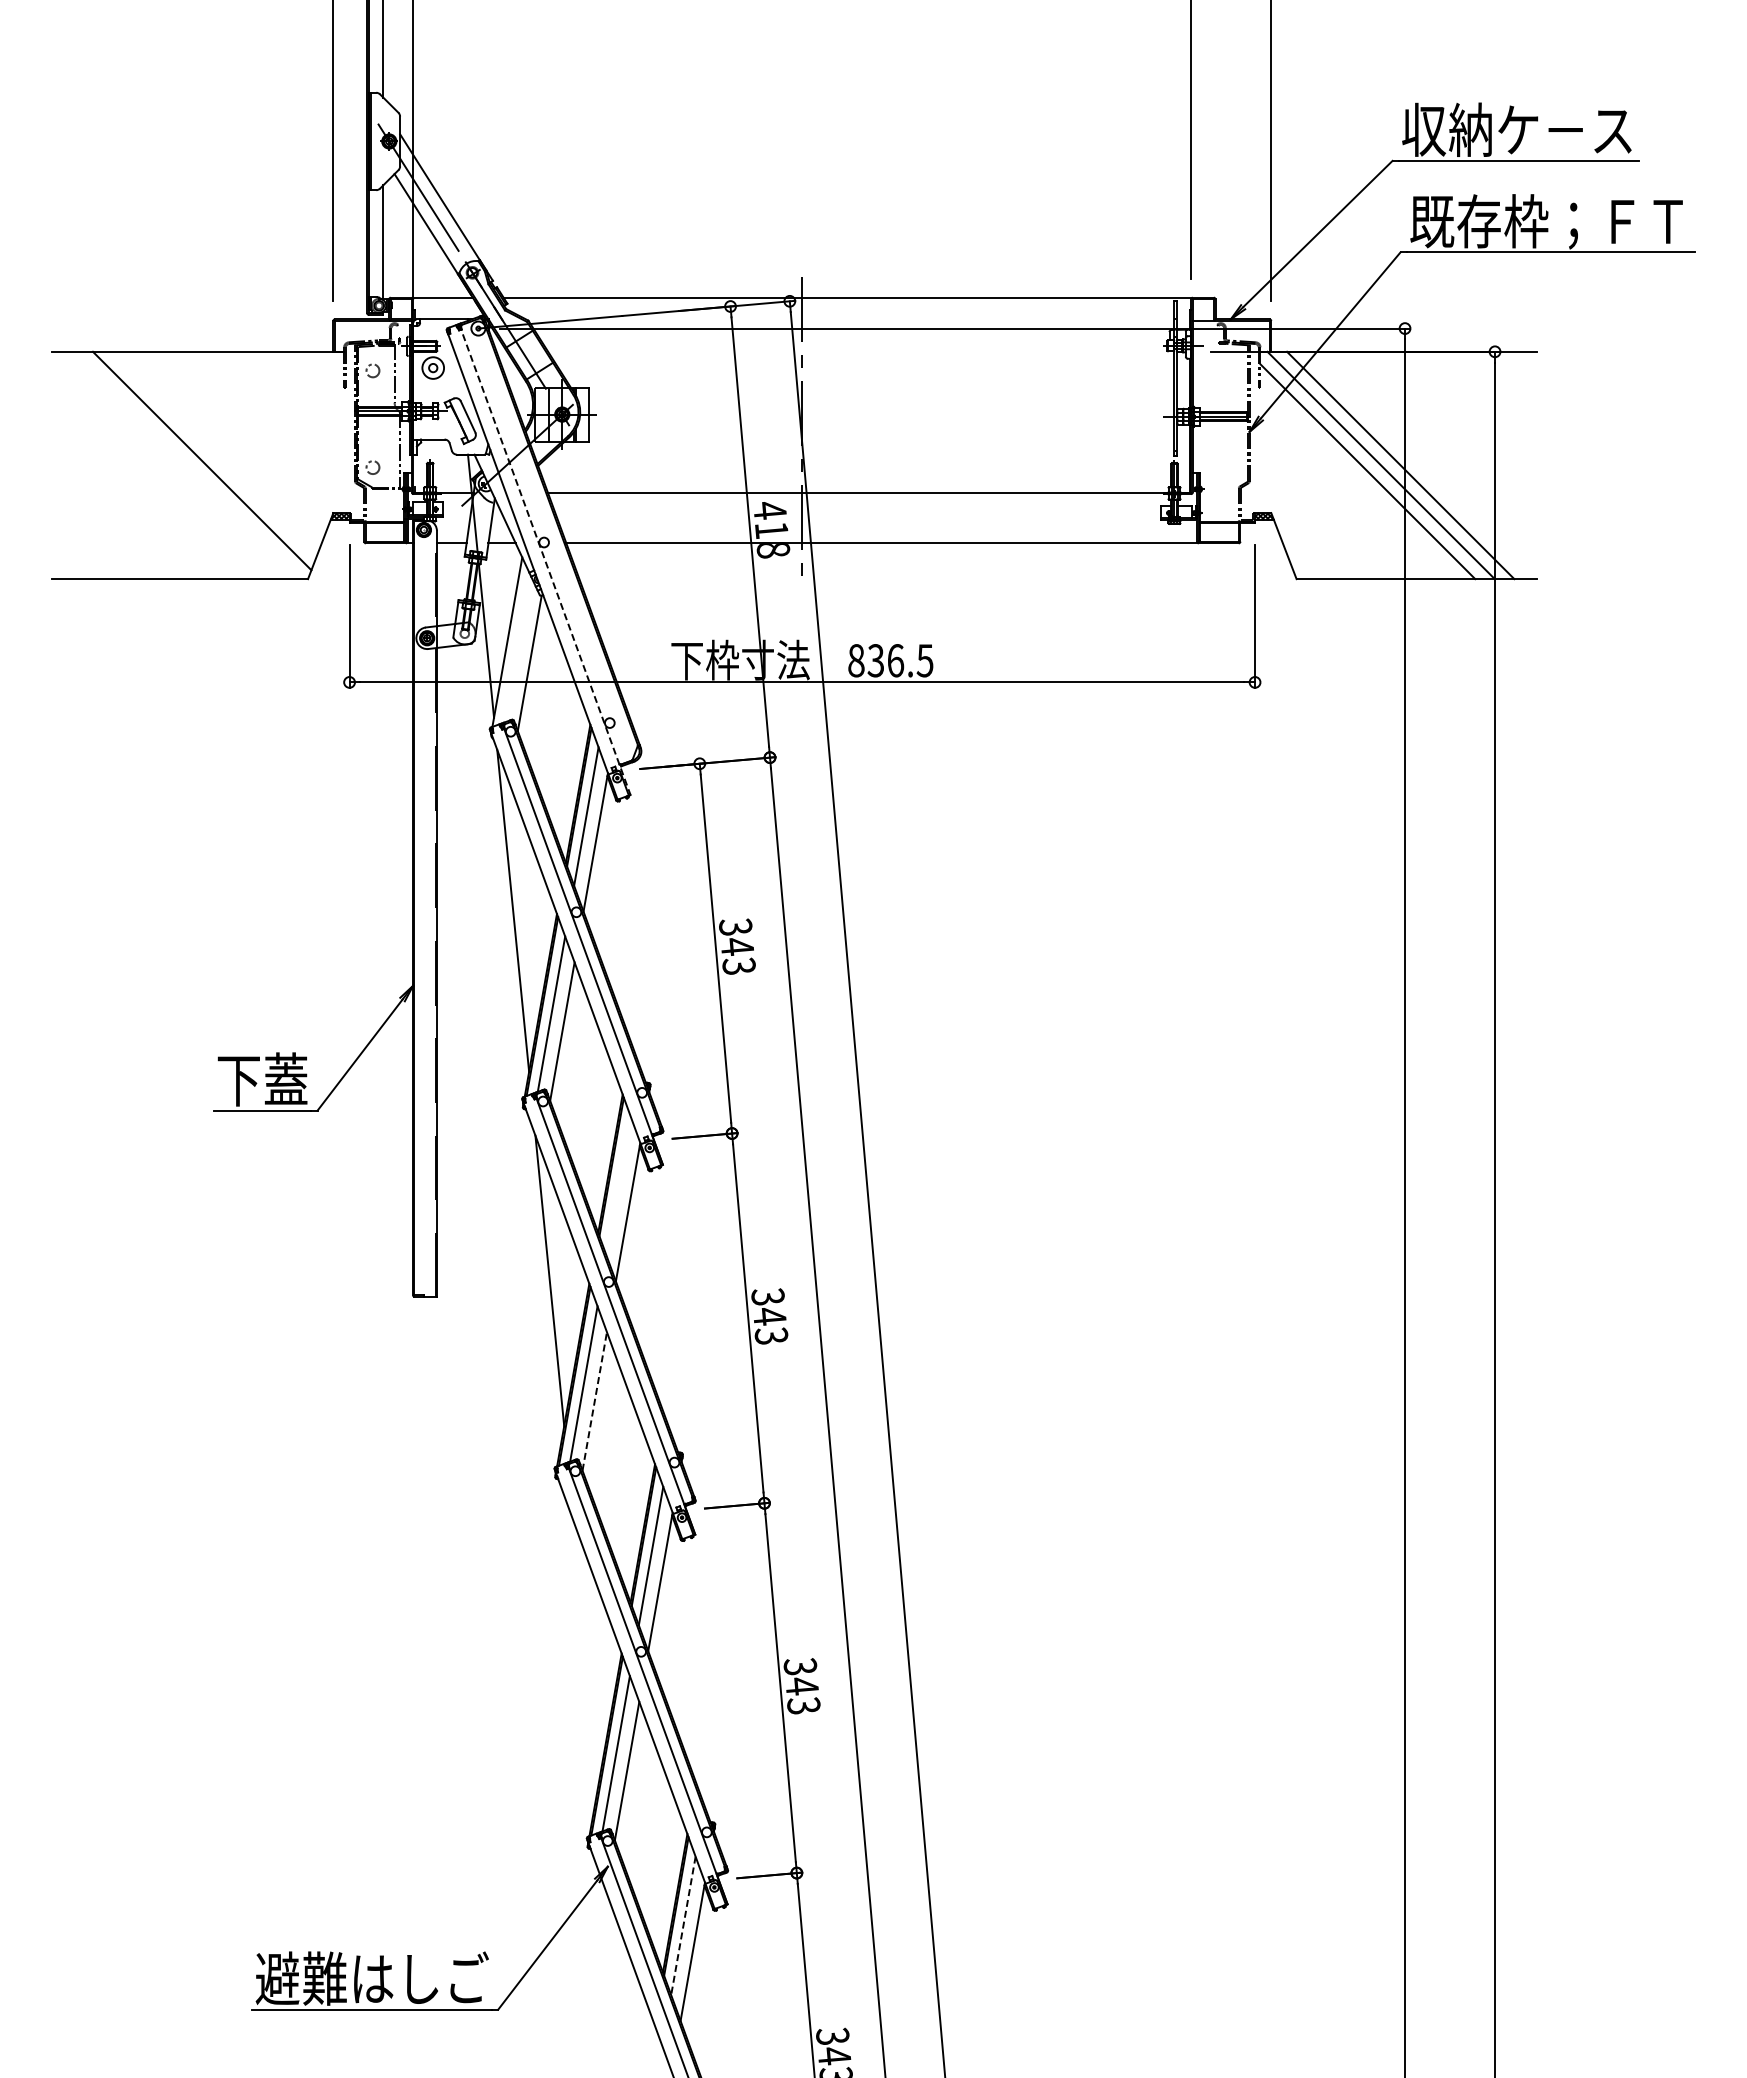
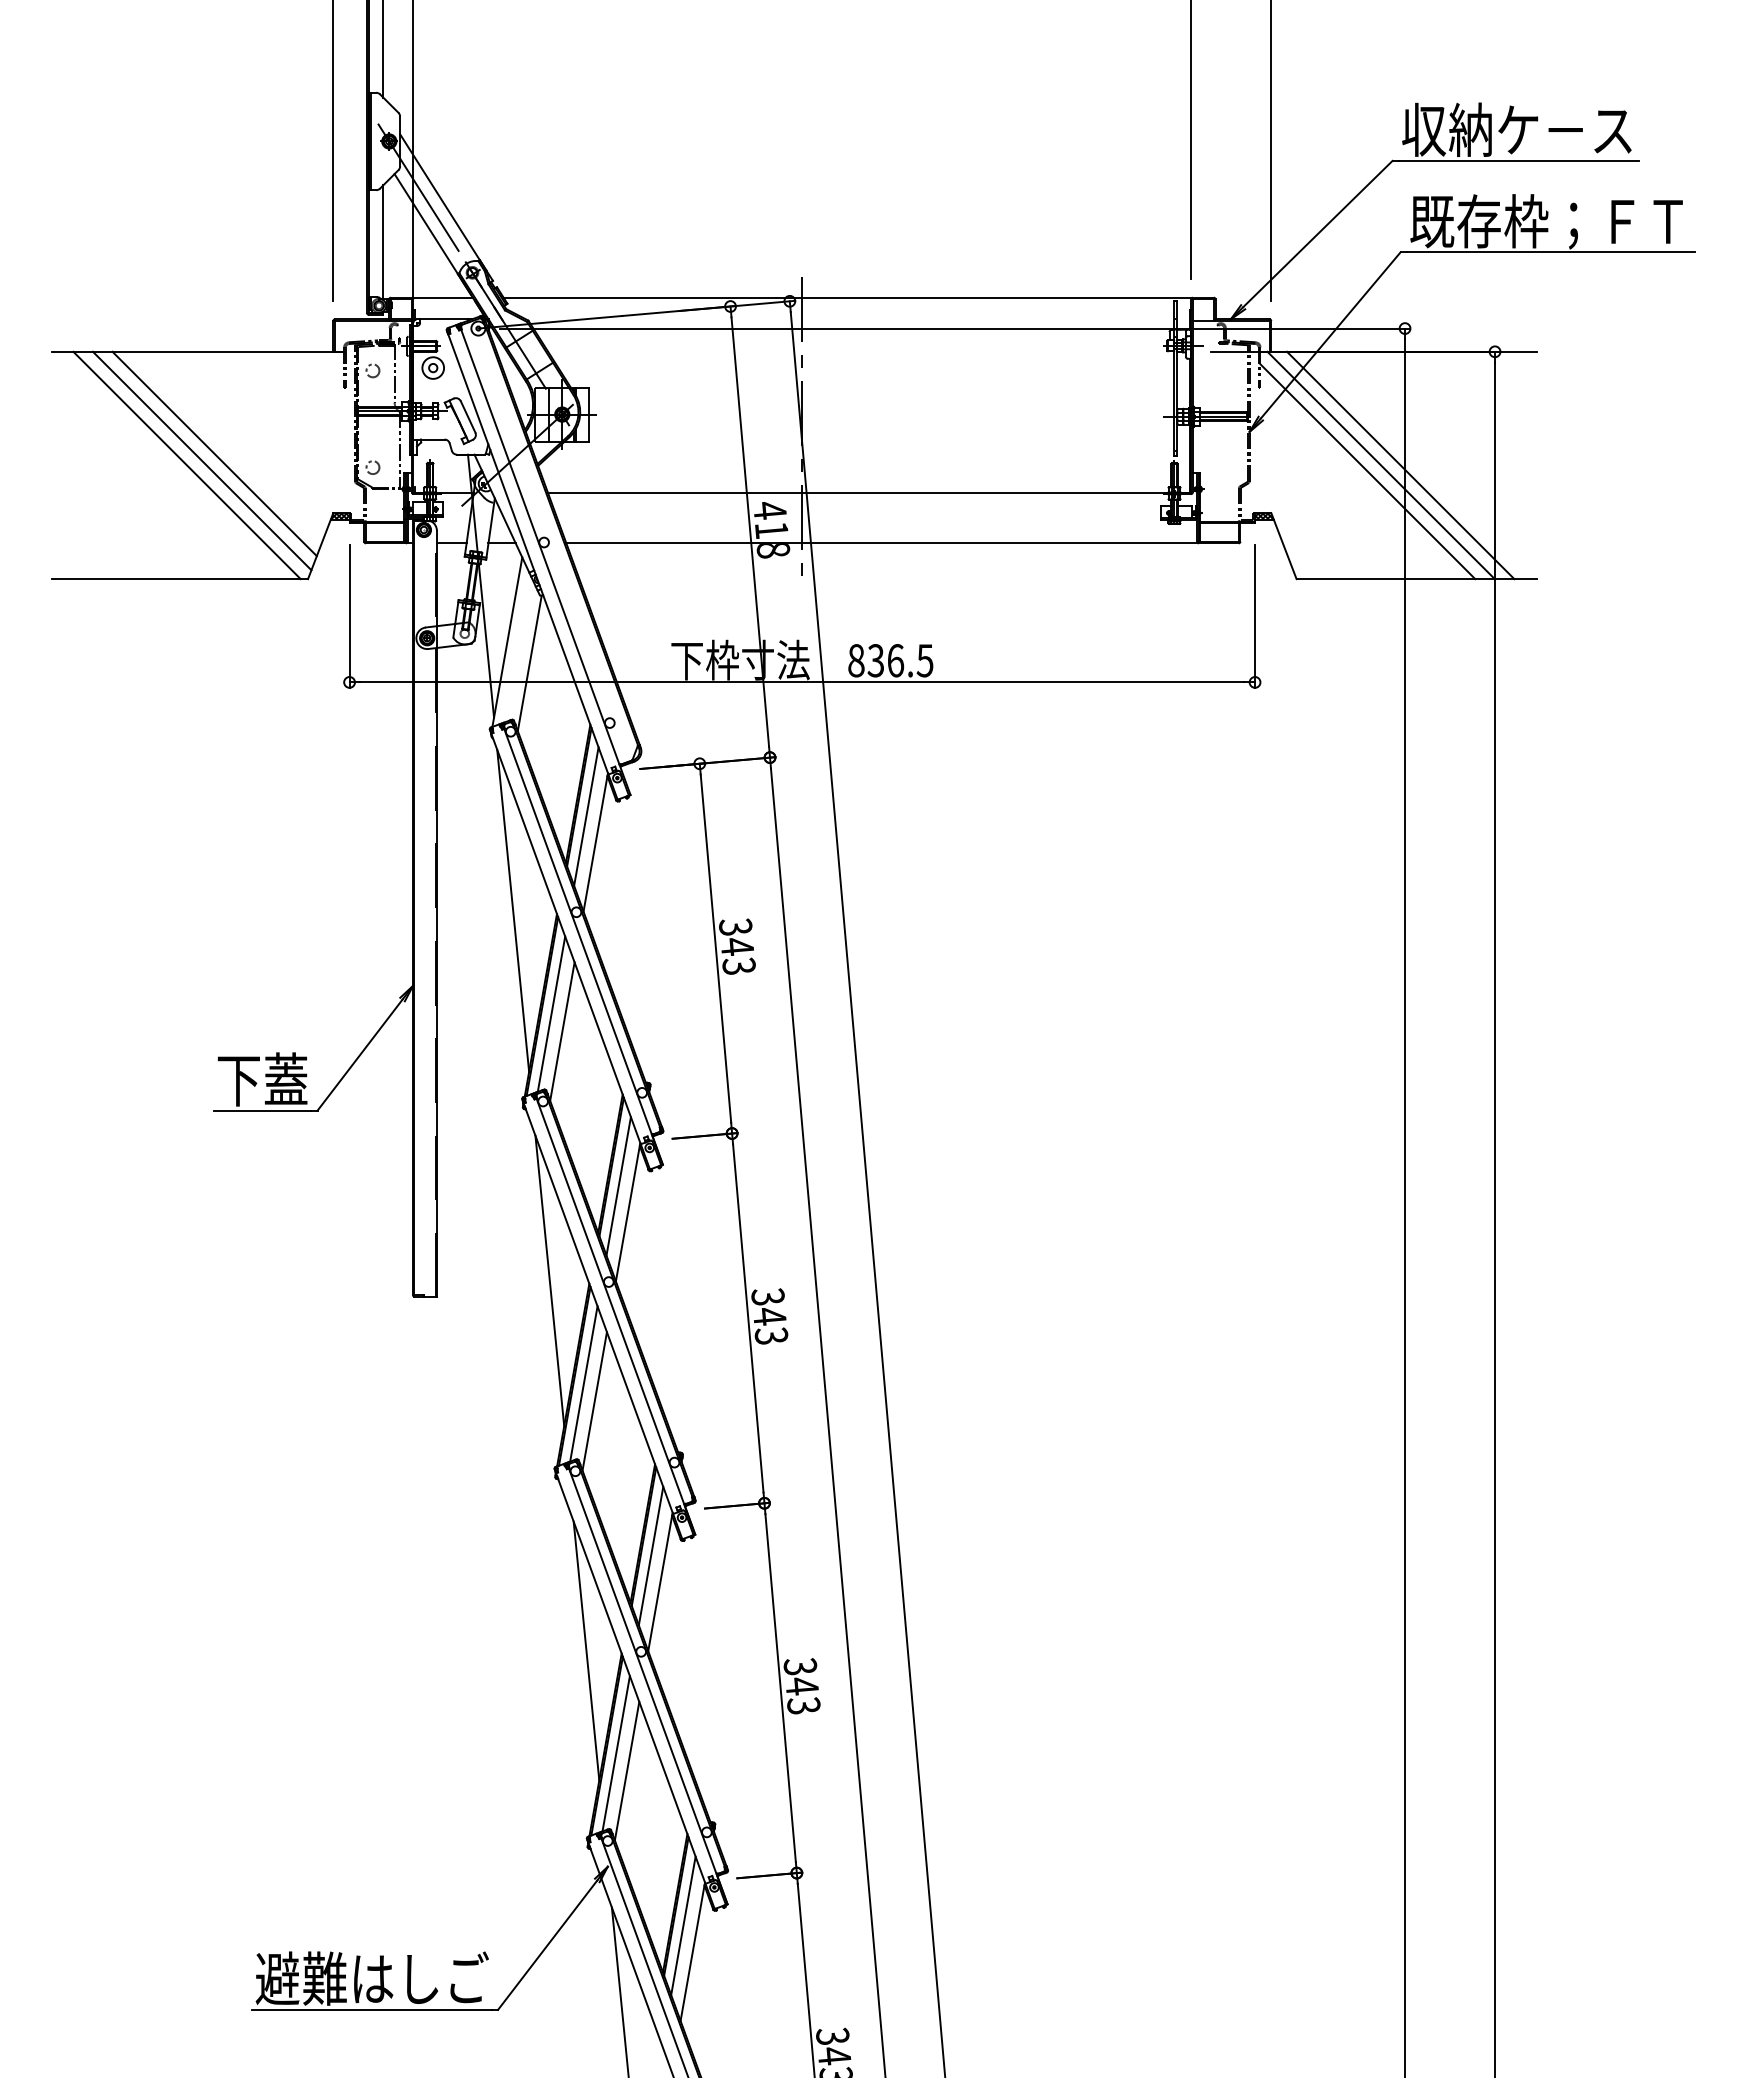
line at (214, 453): none -> present
line at (186, 465): none -> present
line at (544, 559): dashed -> solid
line at (618, 1186): none -> present
line at (594, 1400): dashed -> solid
line at (586, 1650): none -> present
line at (683, 1926): dashed -> solid
line at (619, 1990): none -> present
